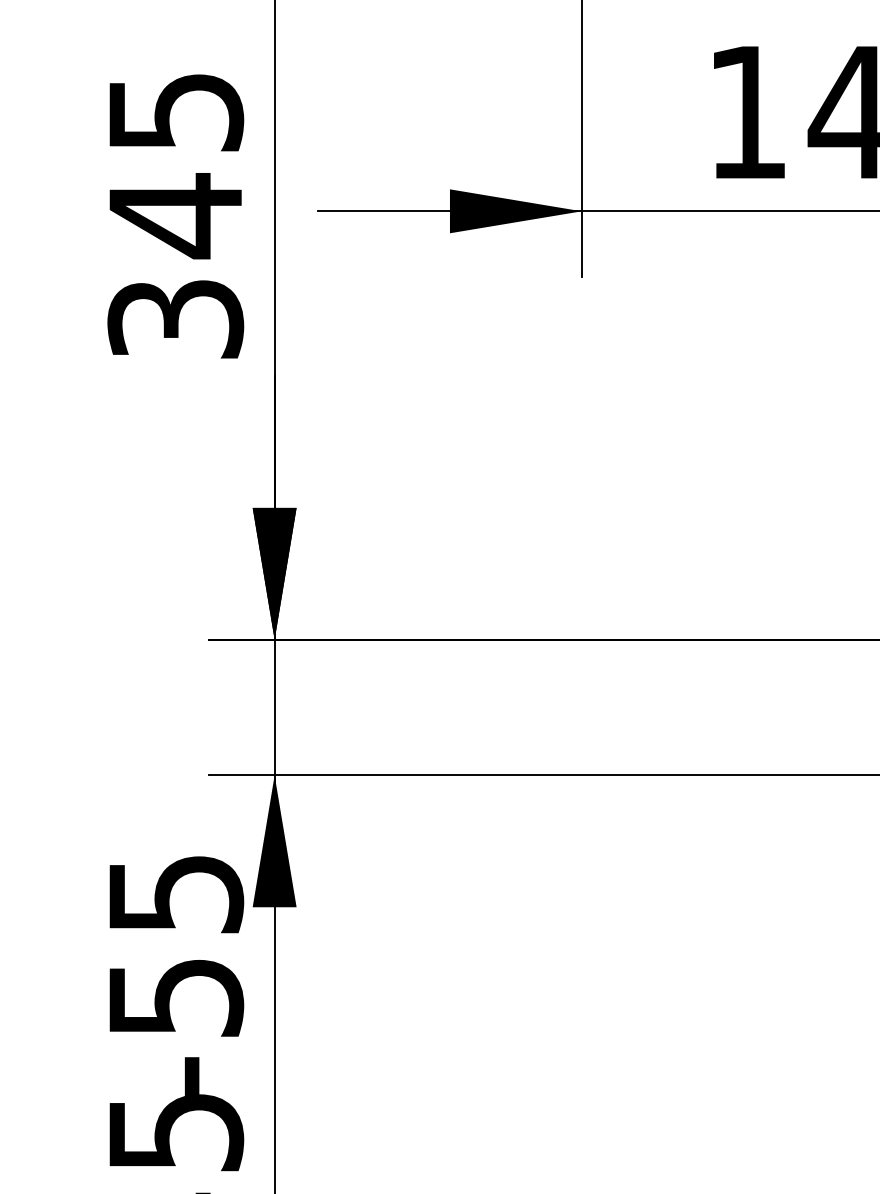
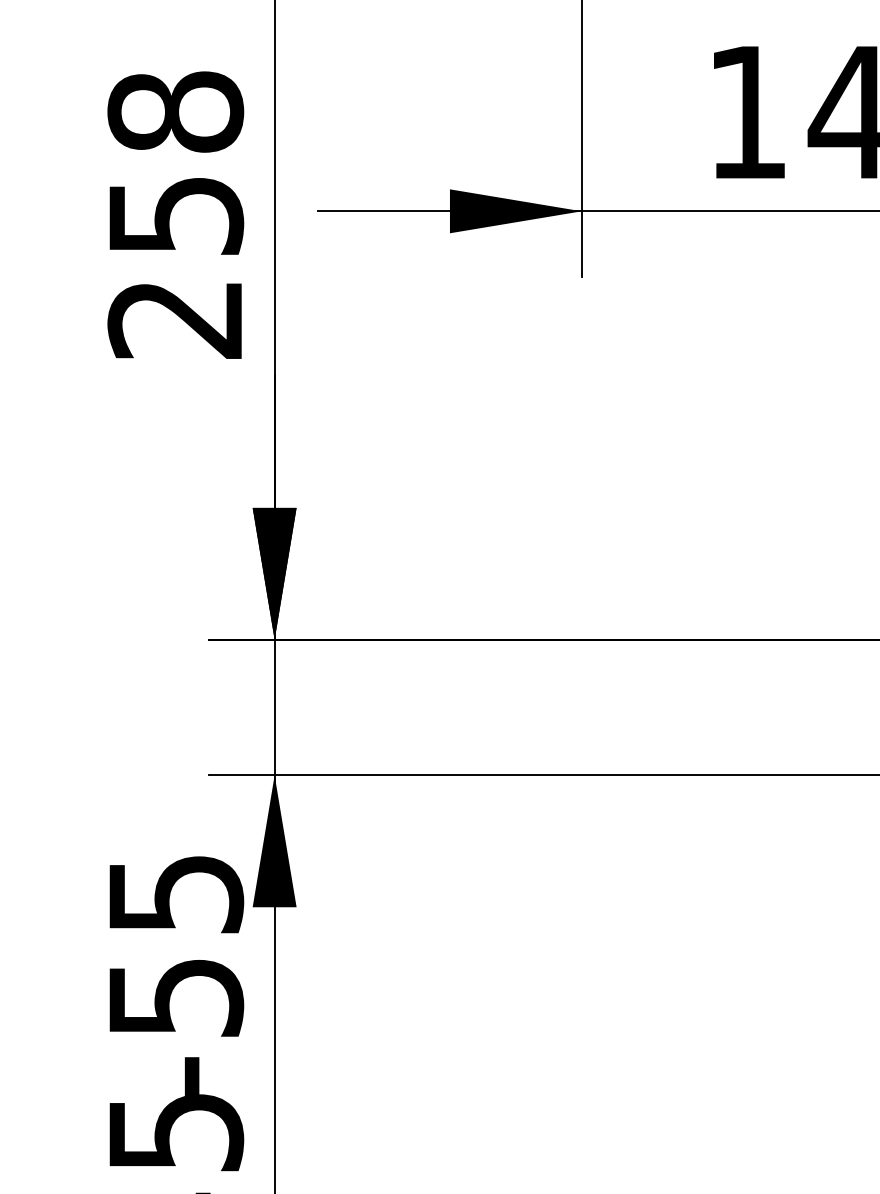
text at (175, 214): 345 -> 258
